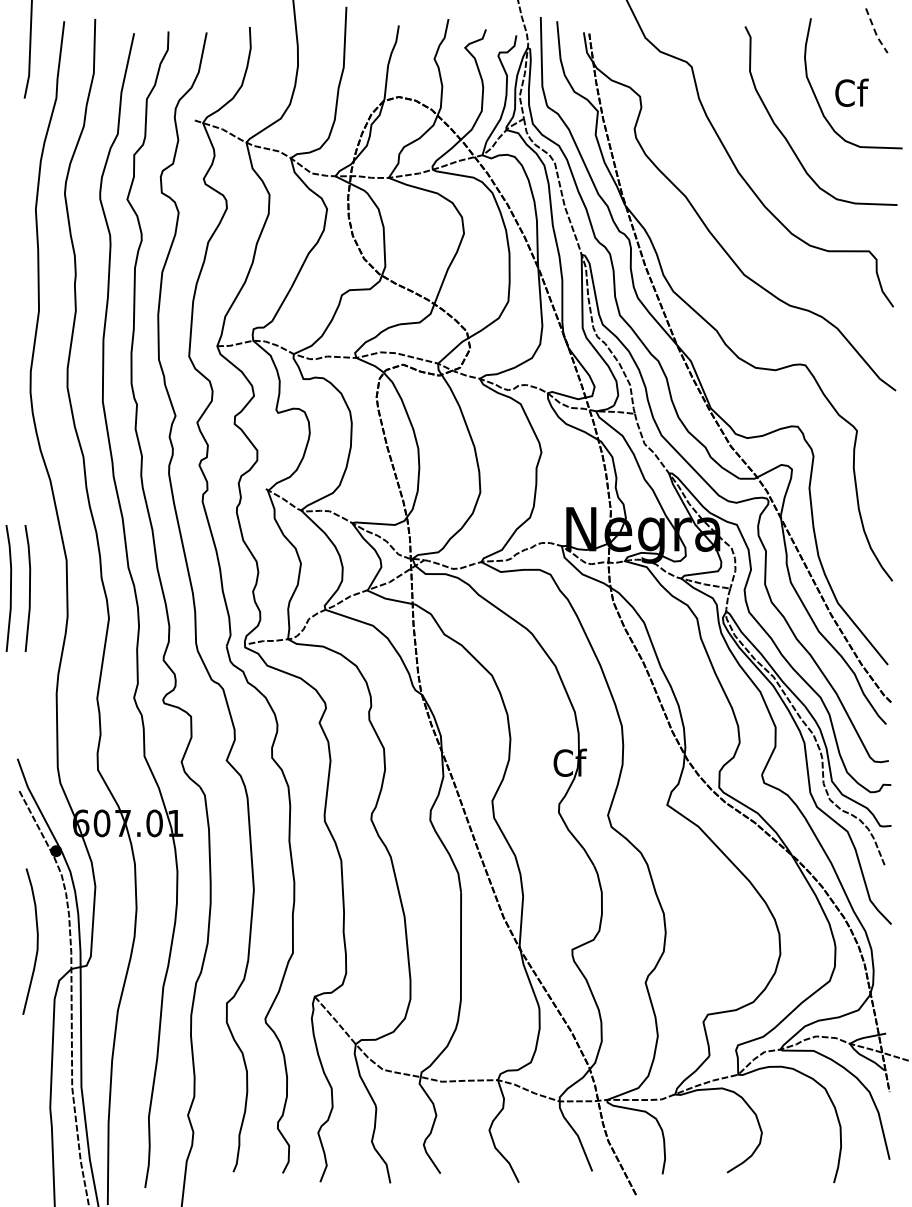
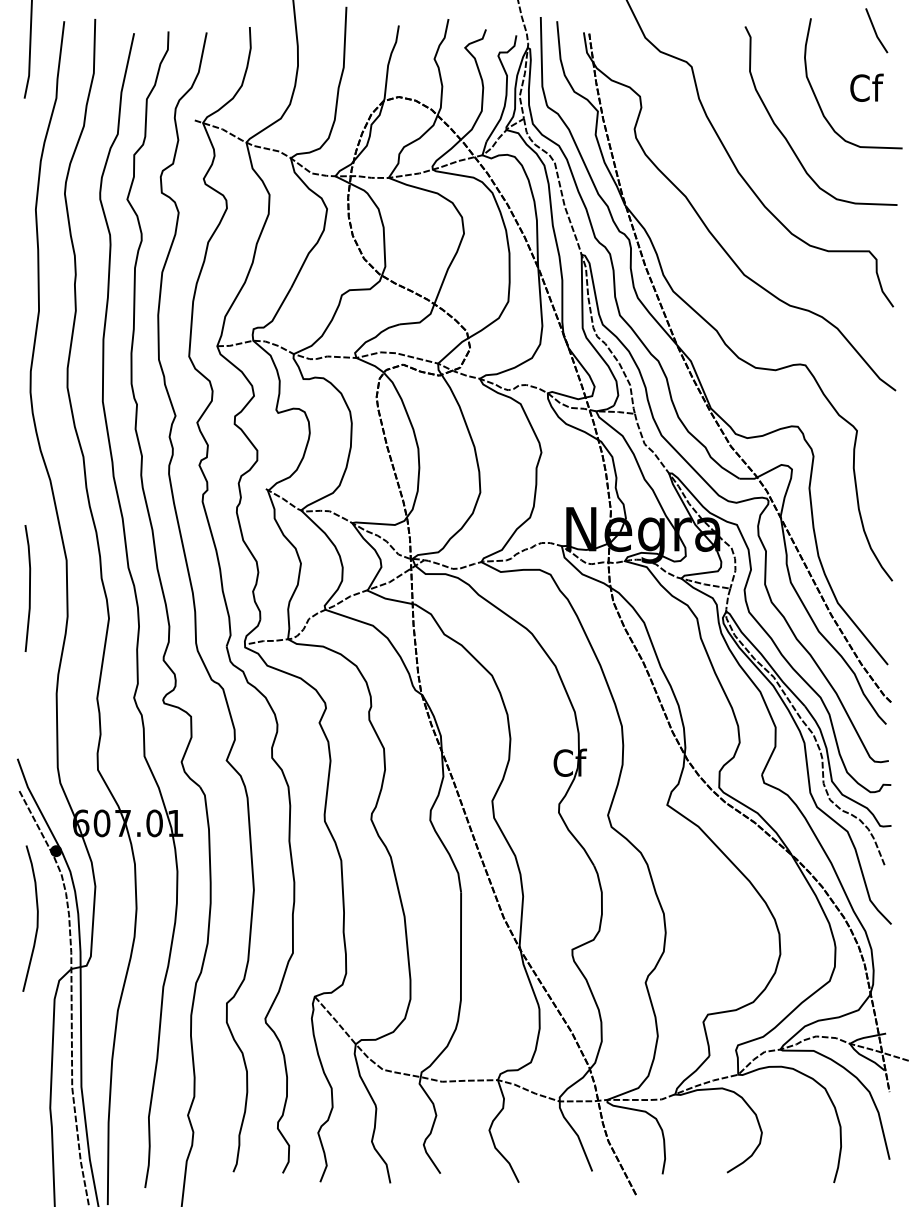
line at (875, 32): dashed -> solid
text at (851, 92) position: (851, 92) -> (866, 87)
line at (10, 588): present -> none
curve at (36, 941) position: (36, 941) -> (36, 918)
